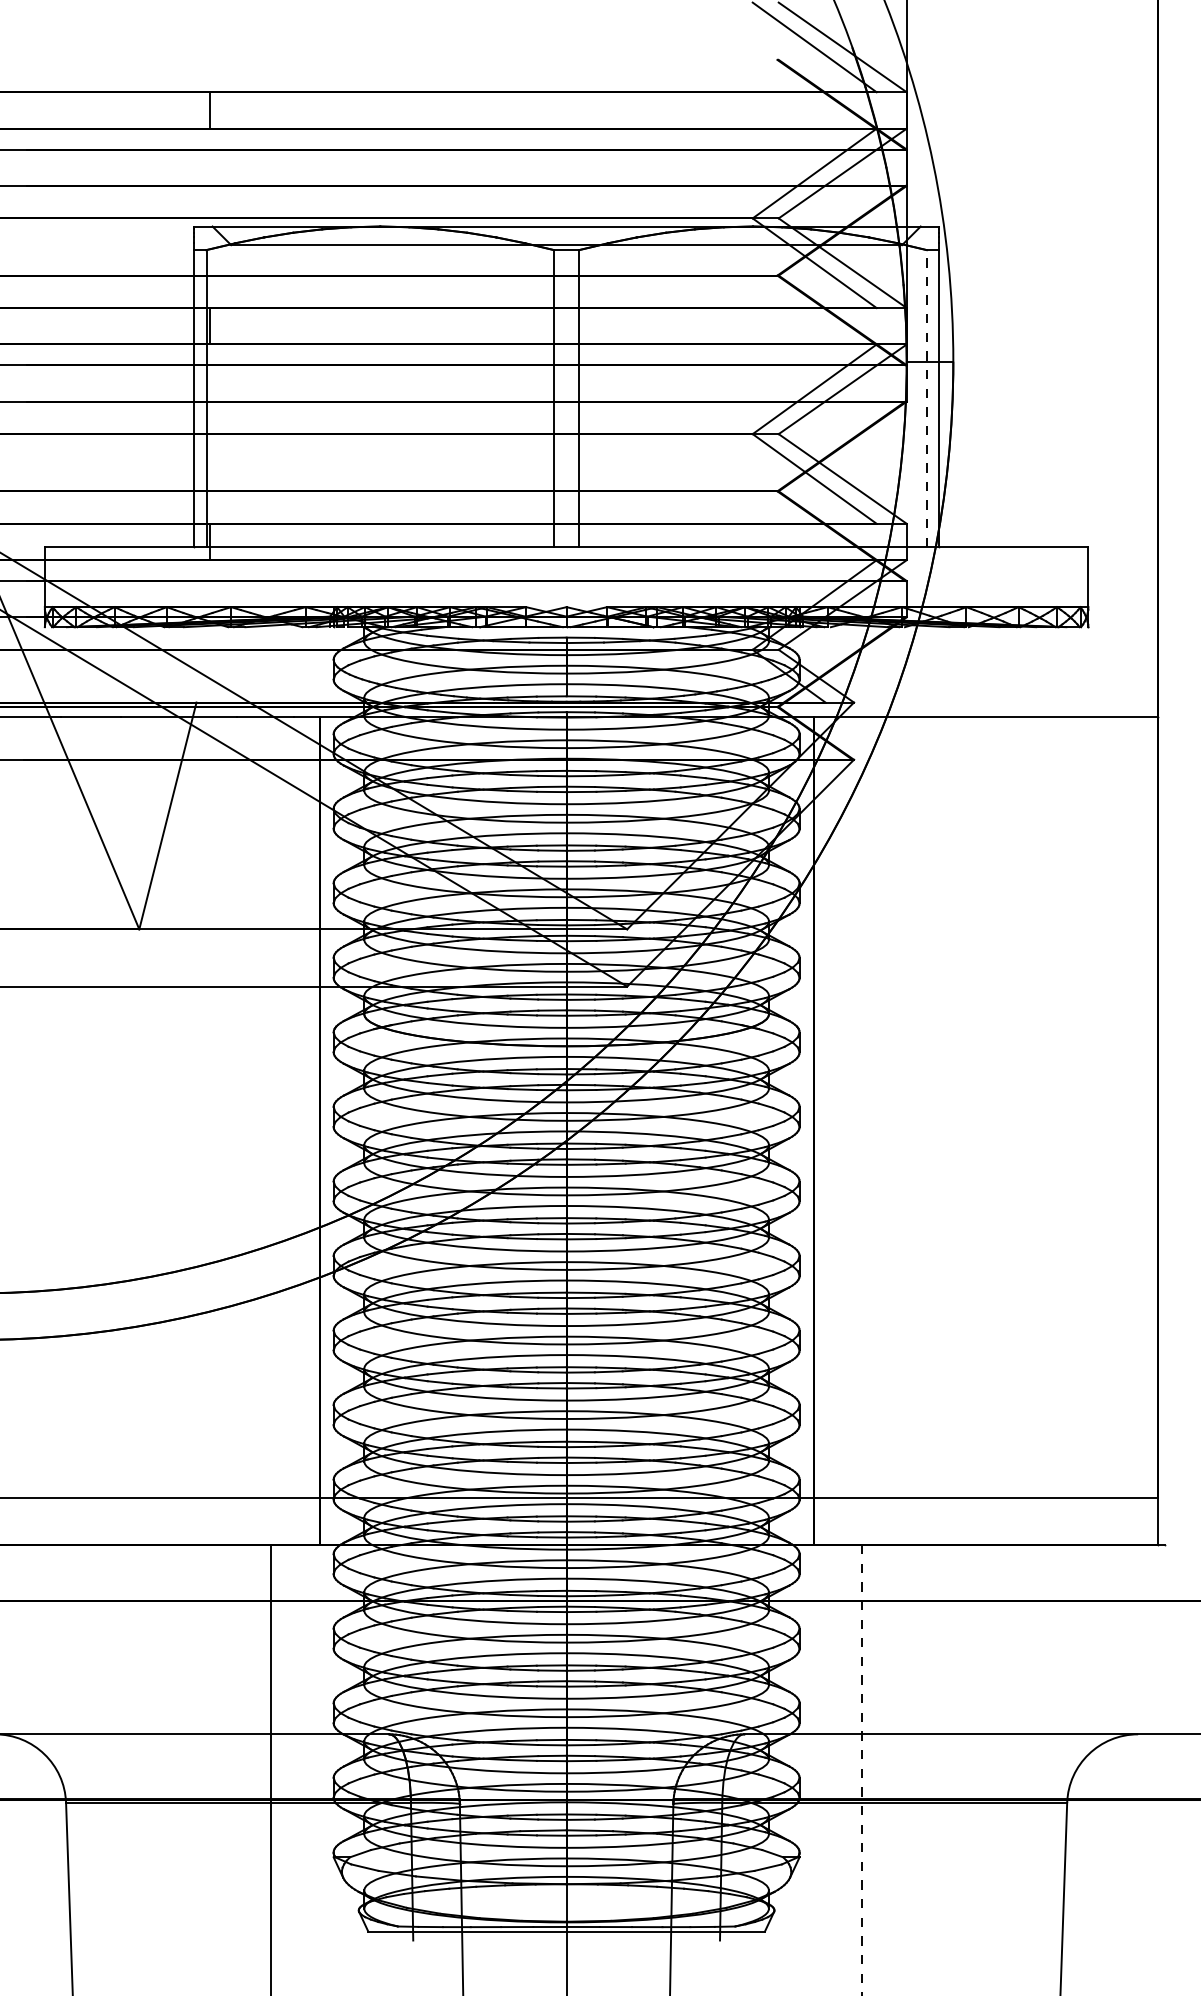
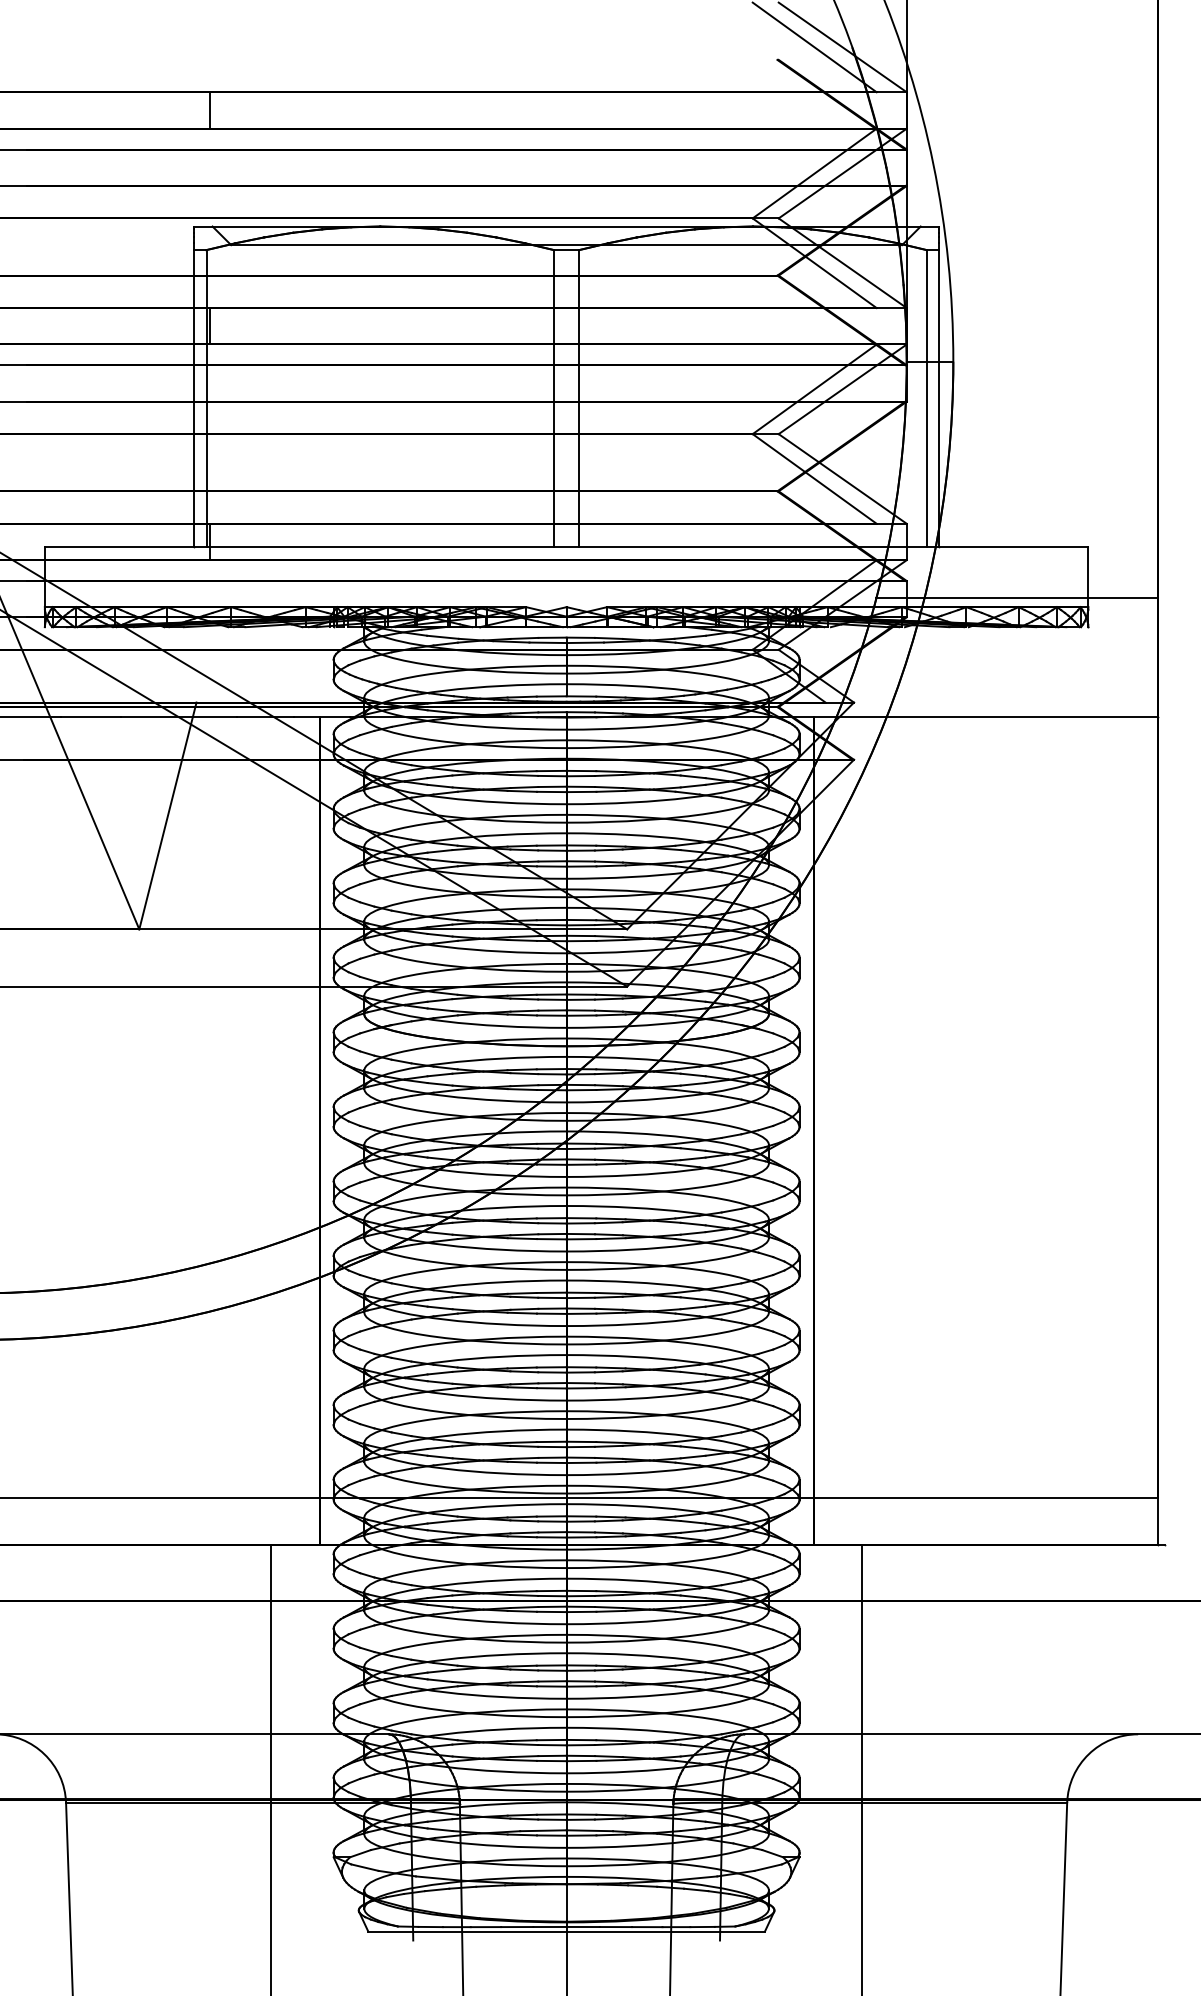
line at (926, 398): dashed -> solid
line at (1017, 598): none -> present
line at (862, 1770): dashed -> solid
